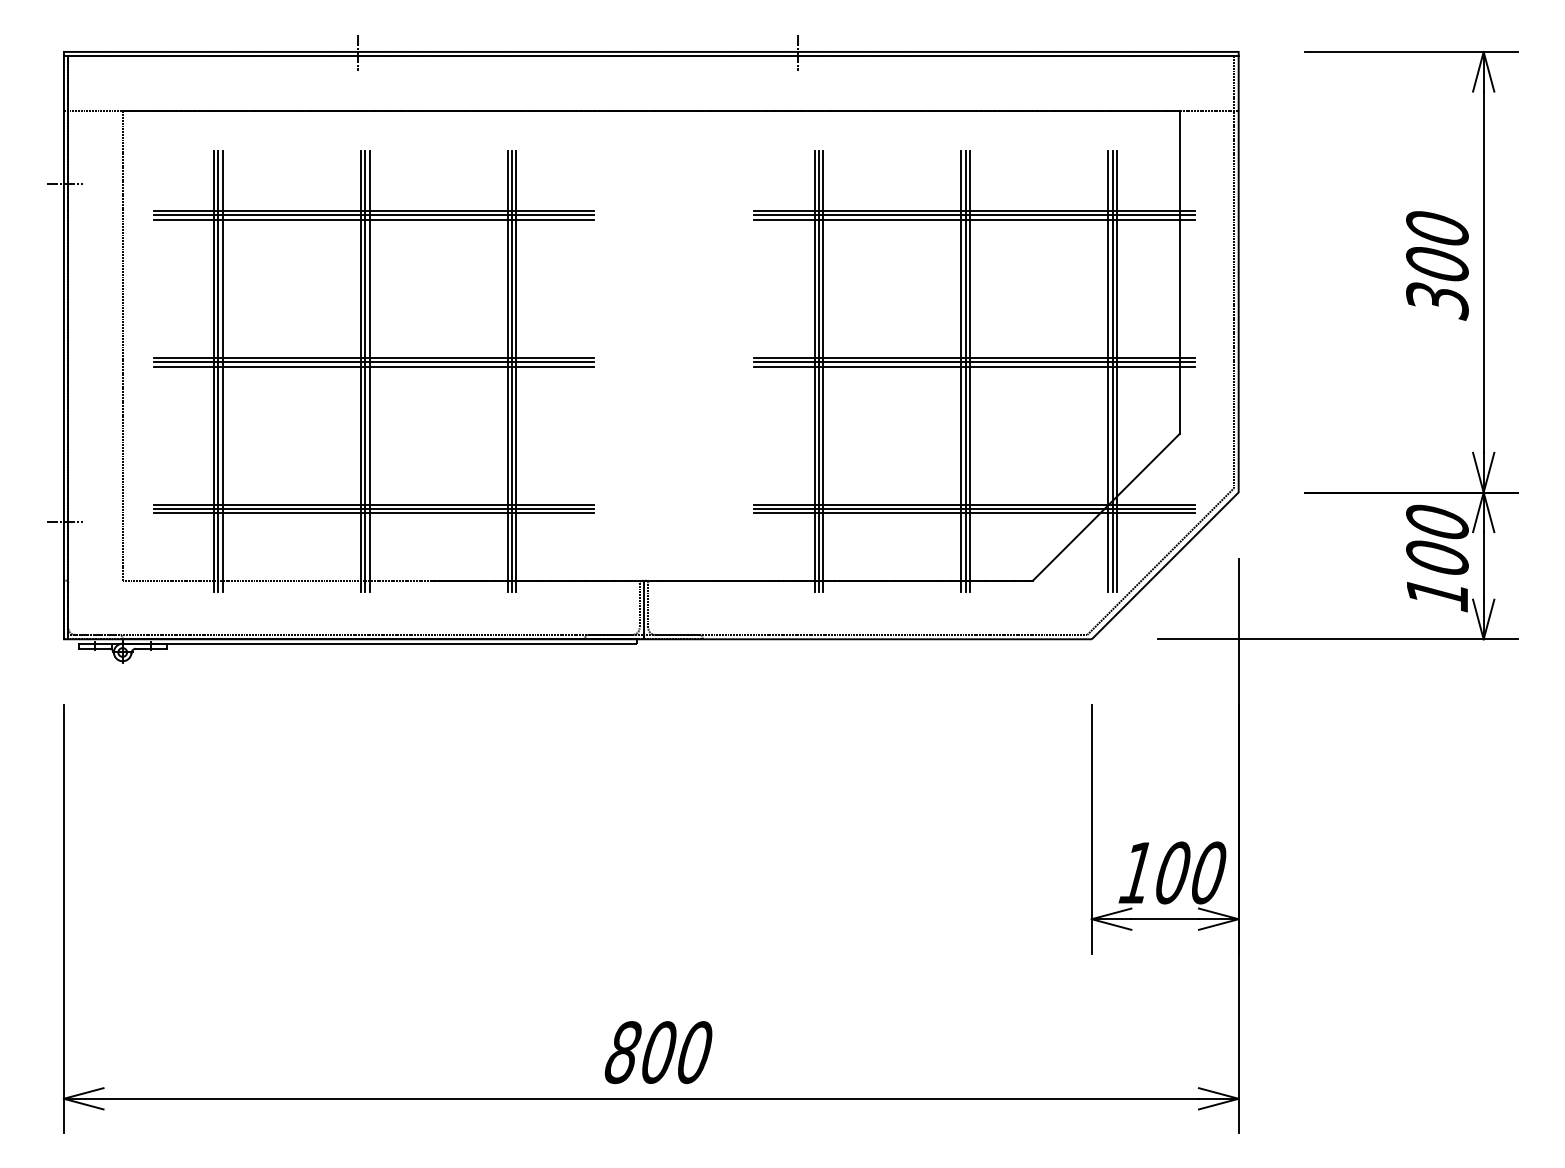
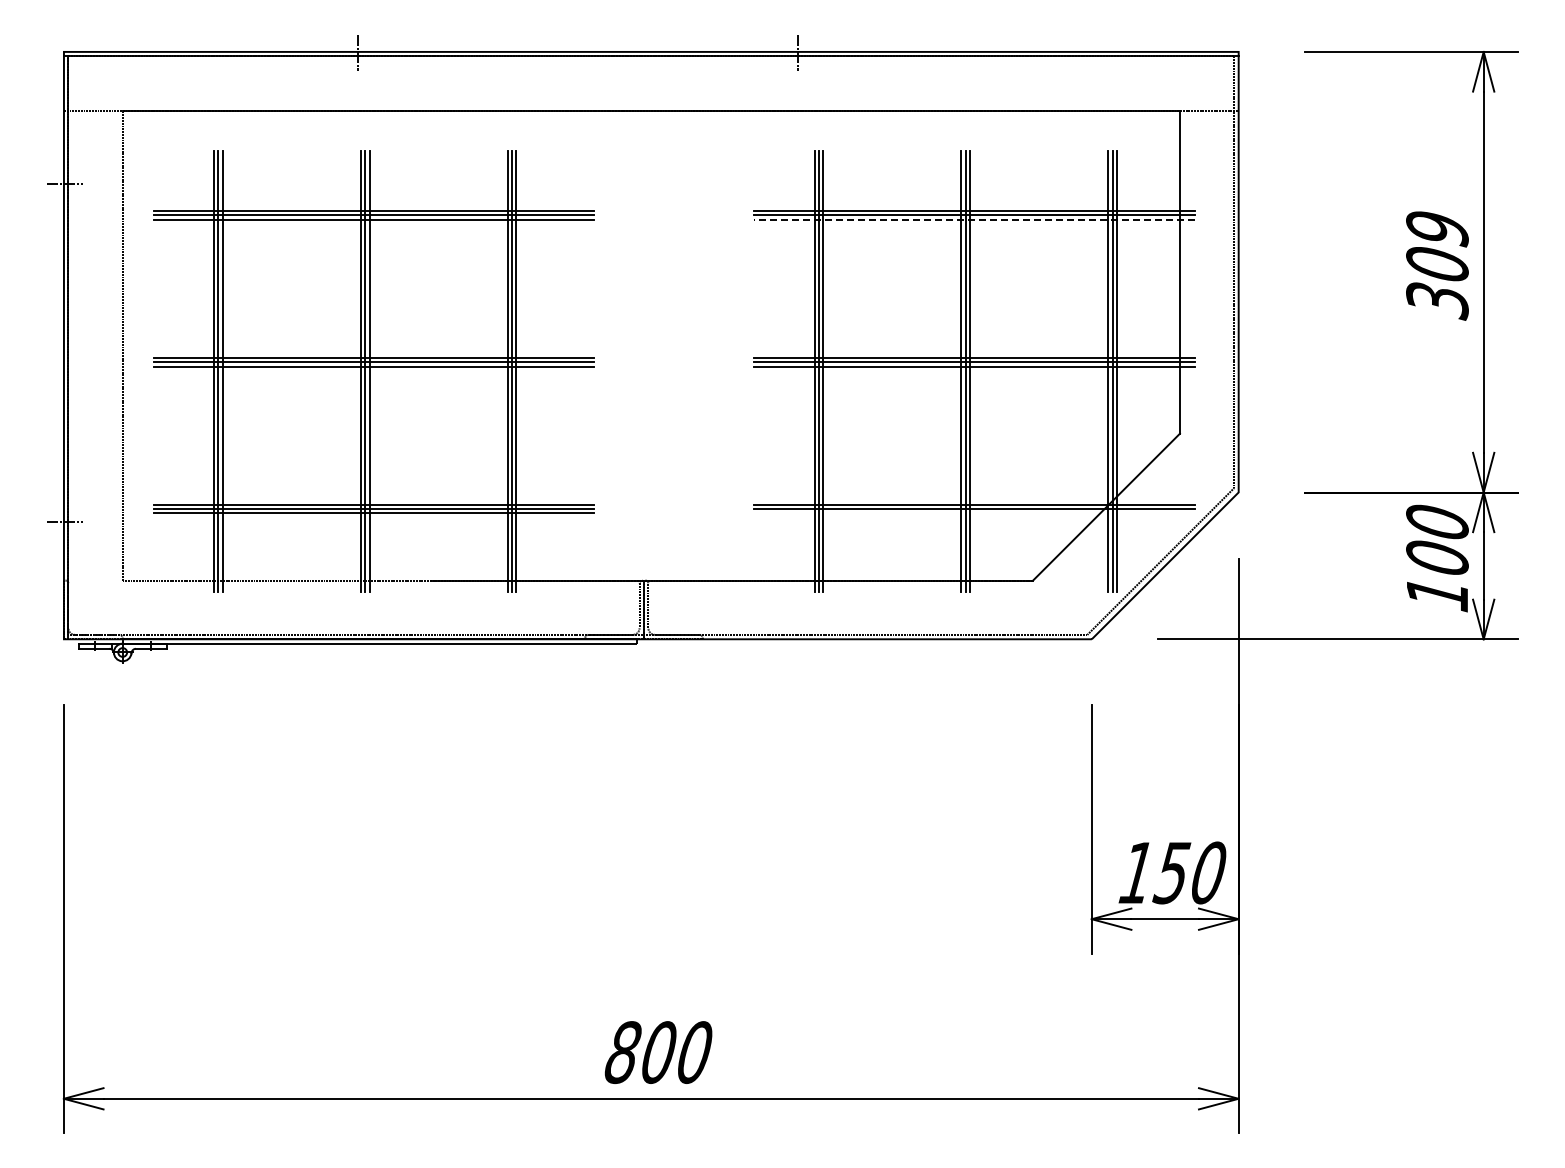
line at (974, 219): solid -> dashed
text at (1437, 229): 300 -> 309
line at (974, 513): present -> none
text at (1171, 872): 100 -> 150
